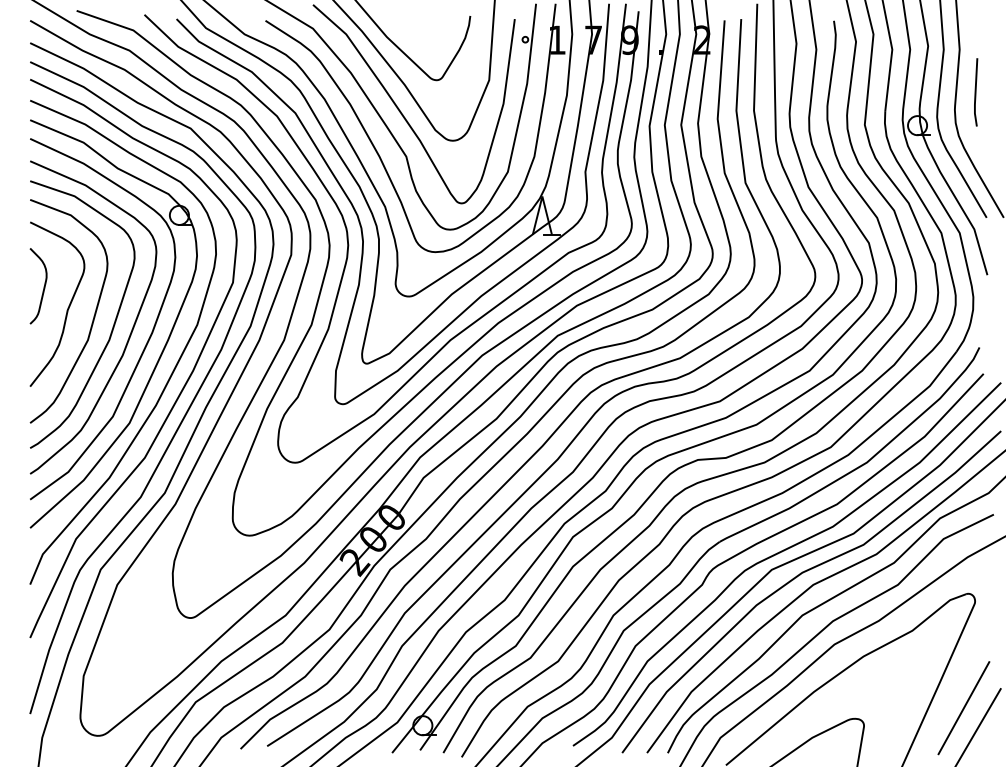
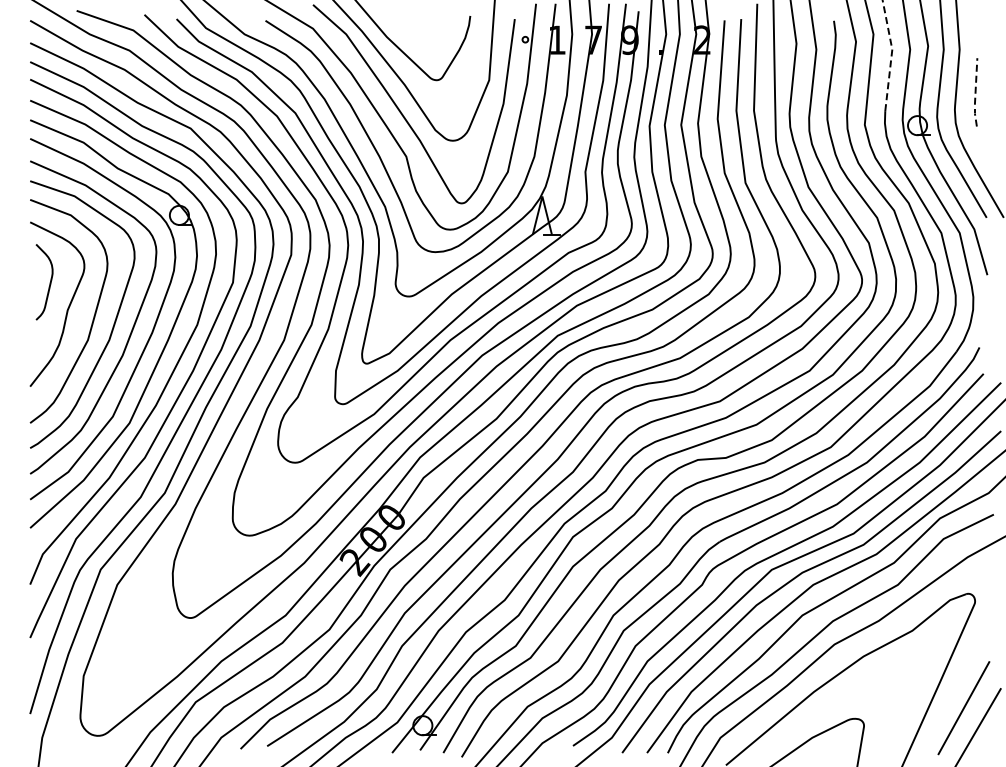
line at (891, 54): solid -> dashed
line at (975, 93): solid -> dashed
curve at (43, 286) position: (43, 286) -> (49, 282)
